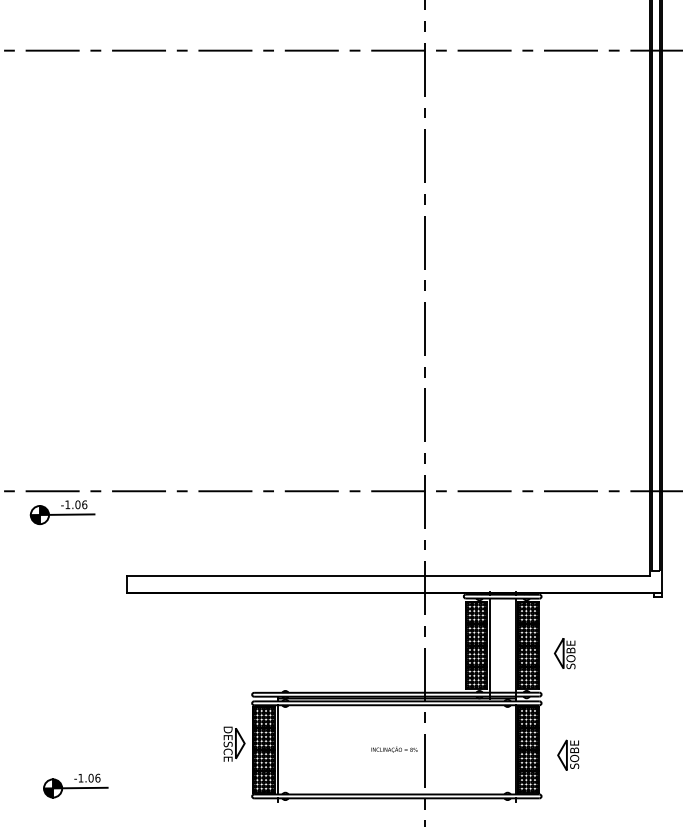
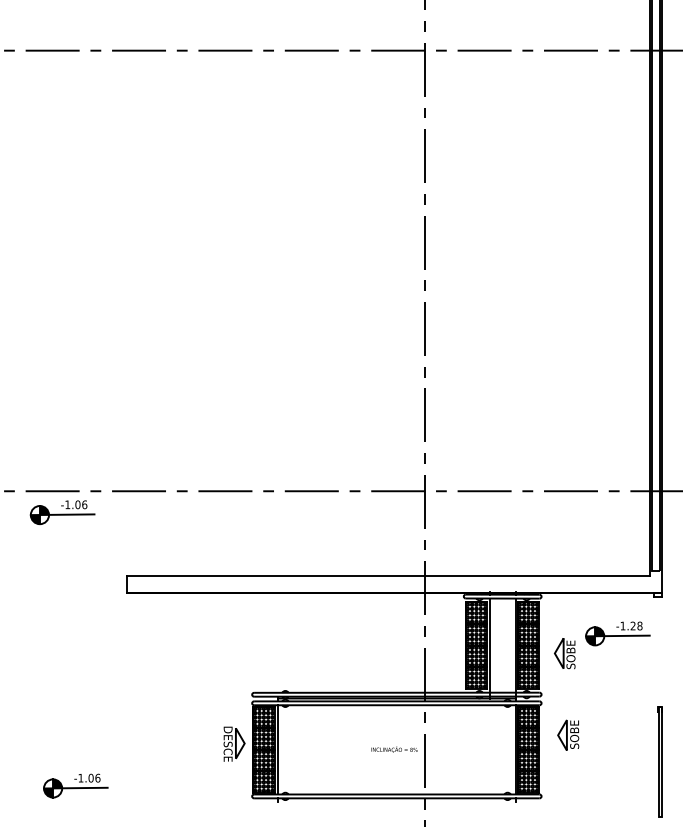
part at (617, 633): none -> present
part at (568, 754) position: (568, 754) -> (568, 734)
part at (659, 761): none -> present
